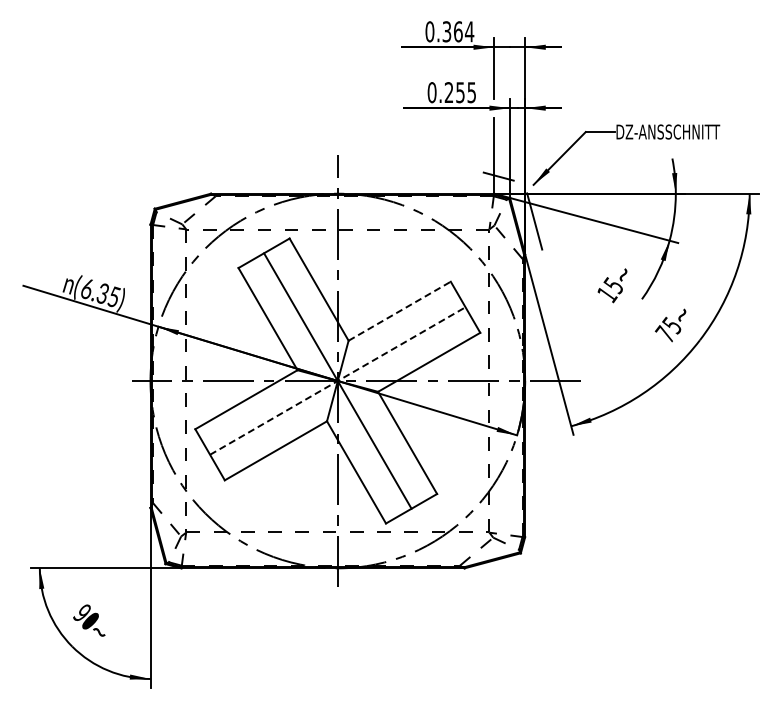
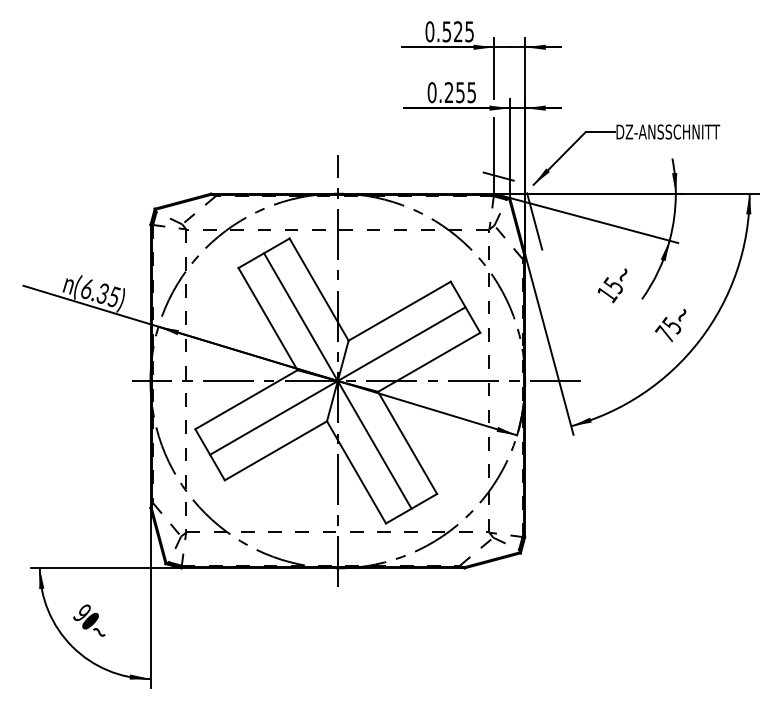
text at (458, 31): 0.364 -> 0.525
line at (399, 311): dashed -> solid
line at (338, 380): dashed -> solid
